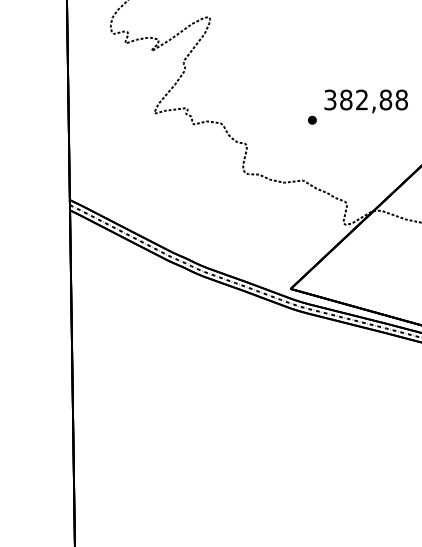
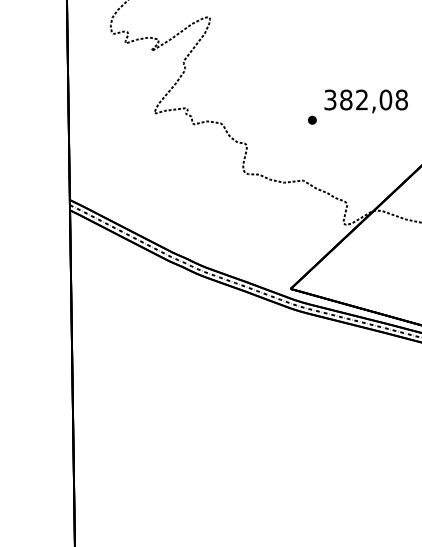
text at (385, 99): 382,88 -> 382,08
